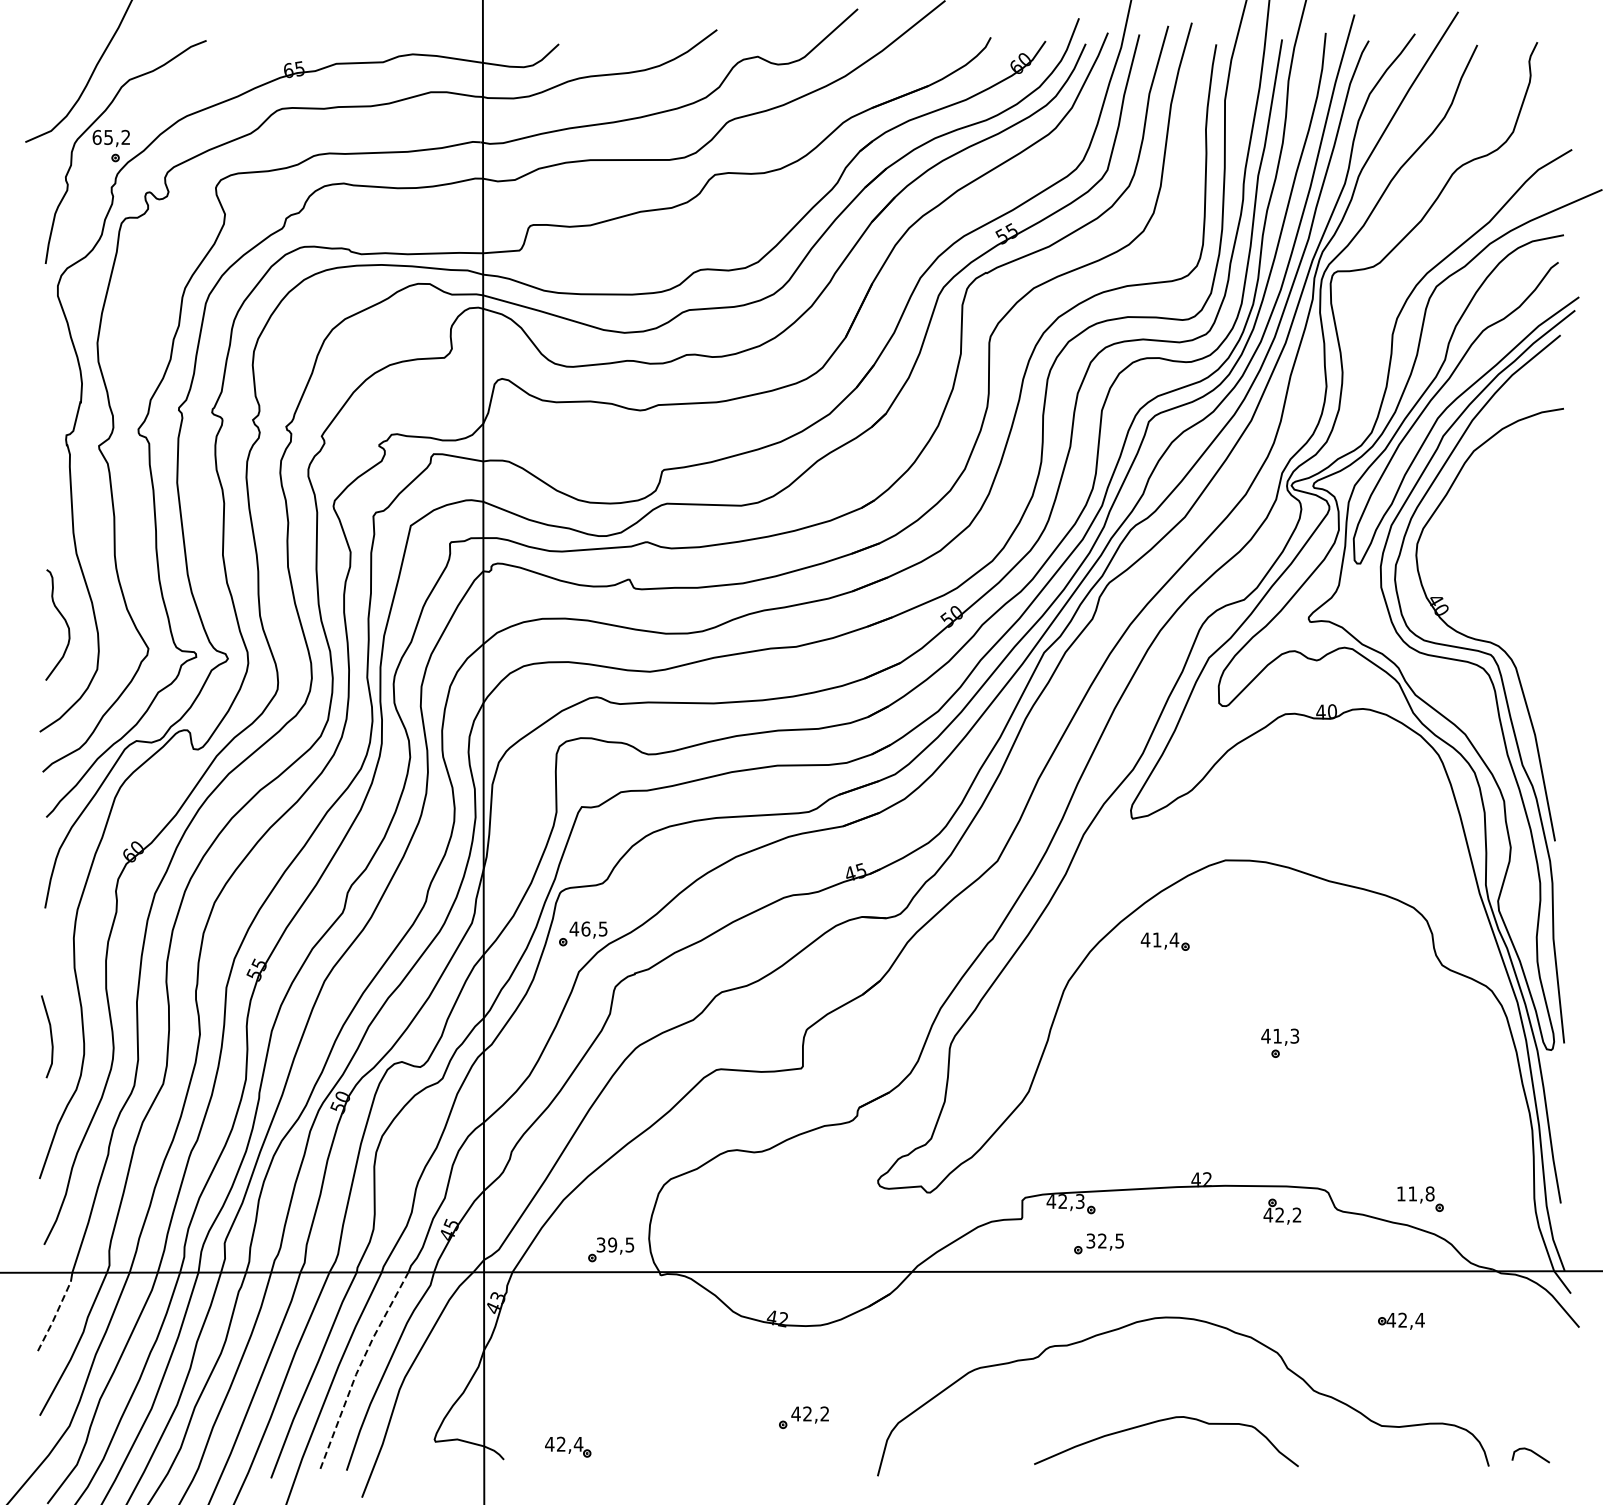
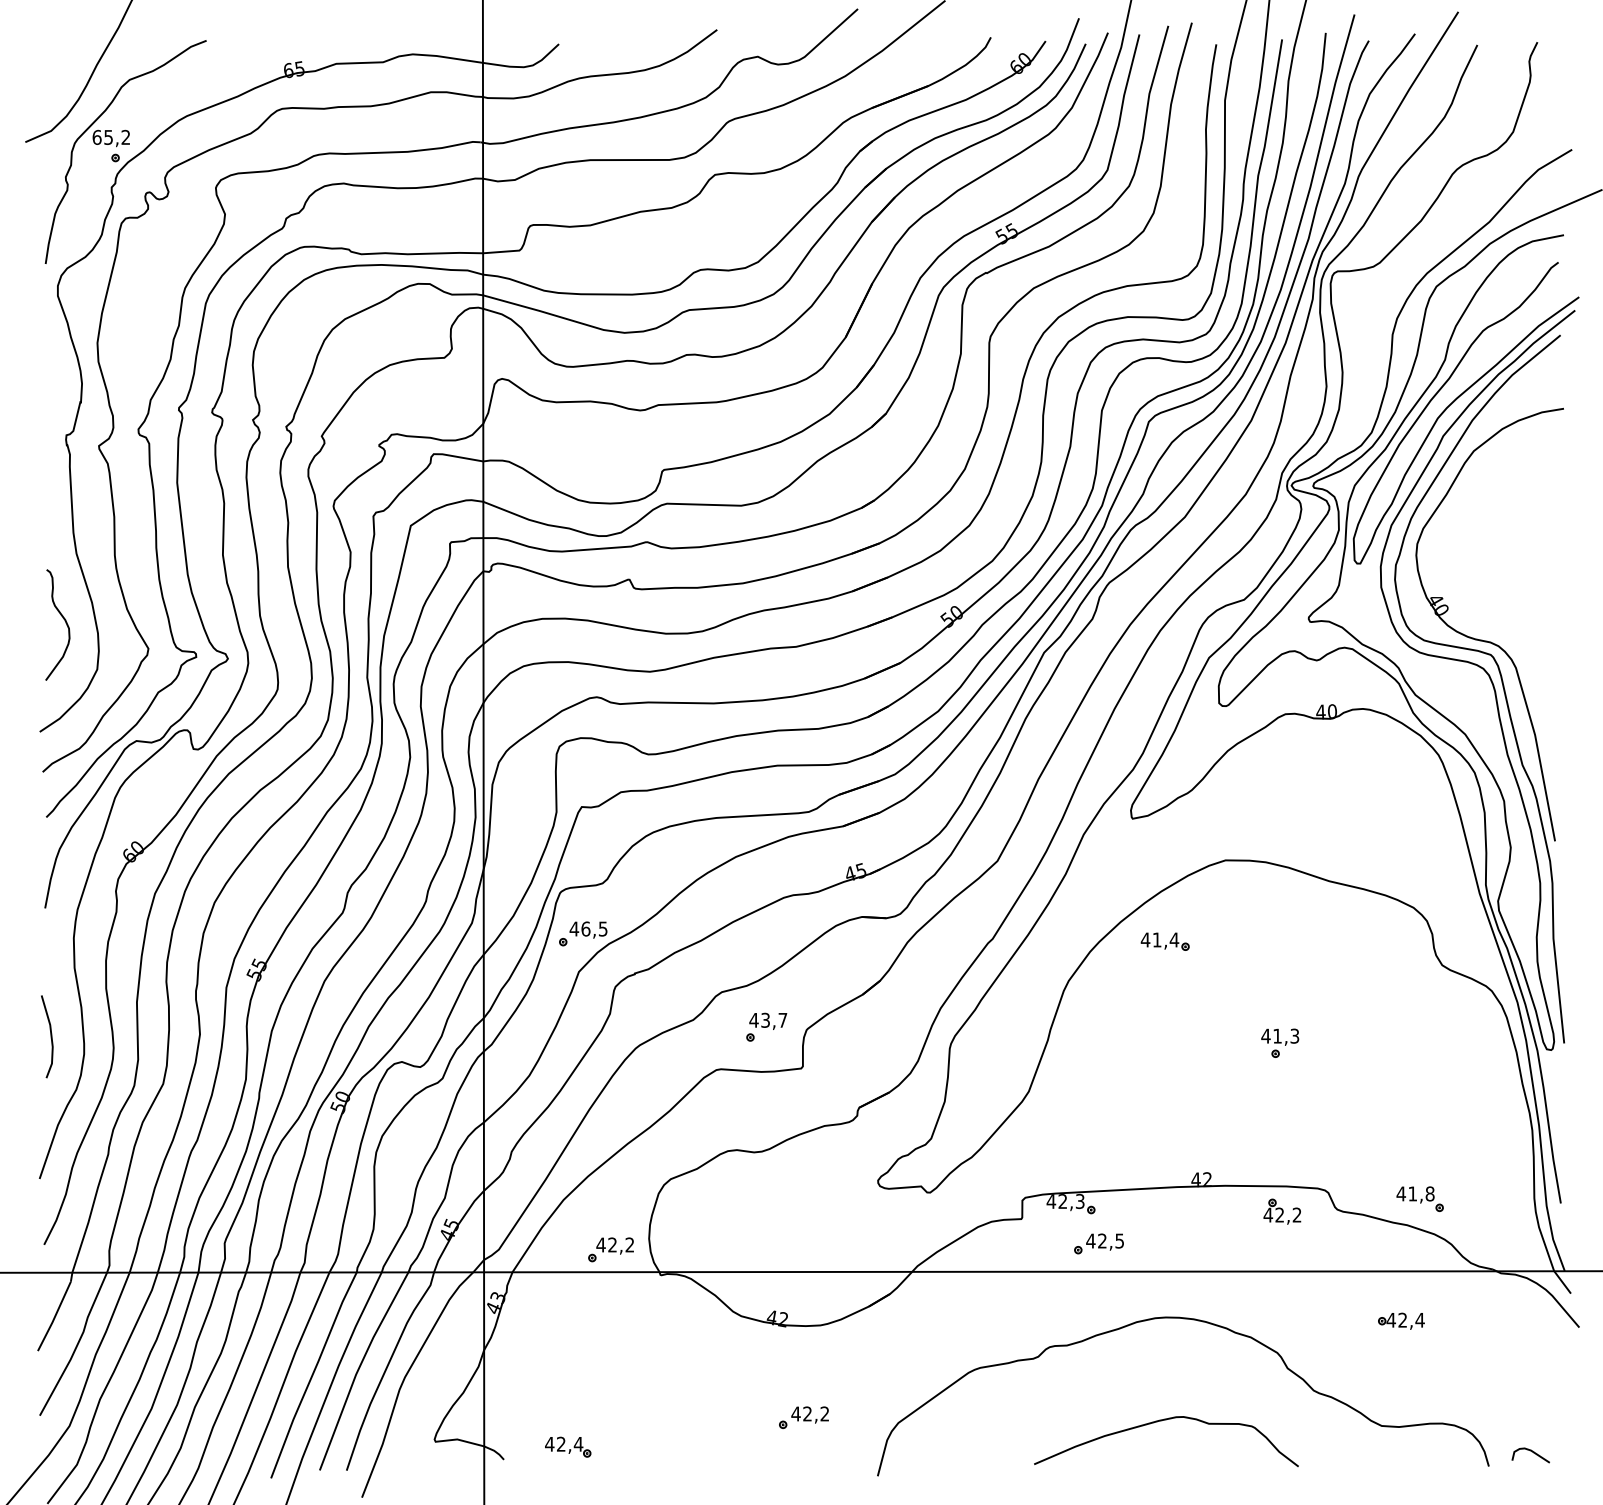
part at (766, 1026): none -> present
text at (1400, 1193): 11,8 -> 41,8
text at (1090, 1240): 32,5 -> 42,5
text at (615, 1244): 39,5 -> 42,2
line at (54, 1317): dashed -> solid
line at (358, 1369): dashed -> solid
